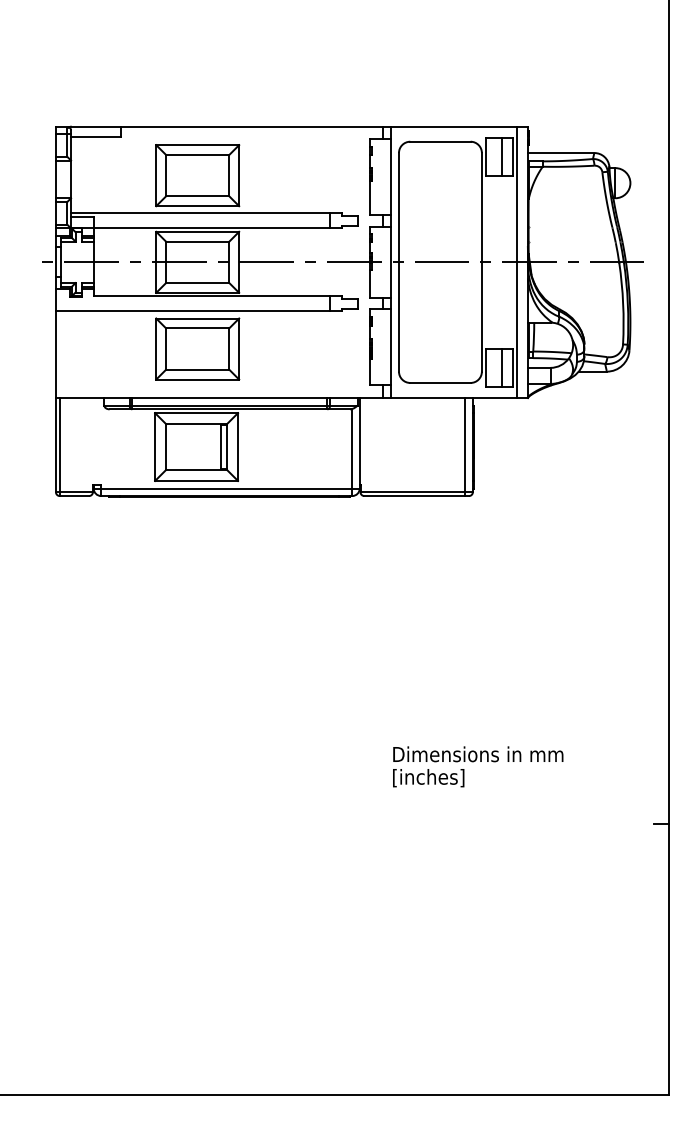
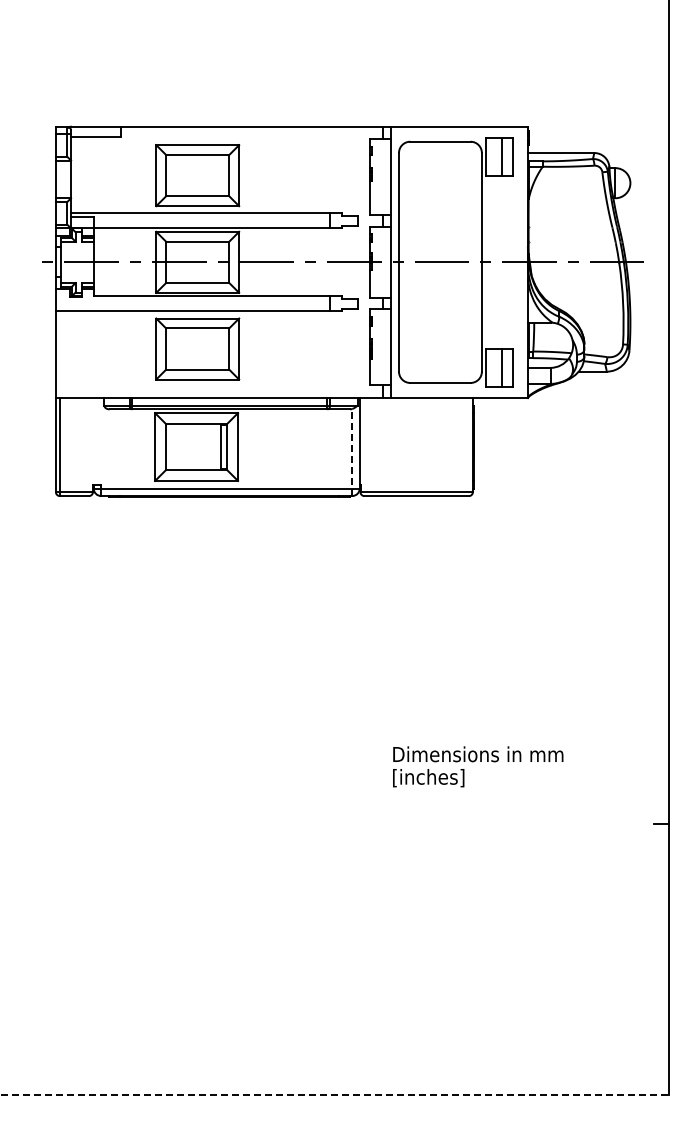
line at (516, 262): present -> none
line at (465, 447): present -> none
line at (352, 452): solid -> dashed
line at (335, 1095): solid -> dashed
